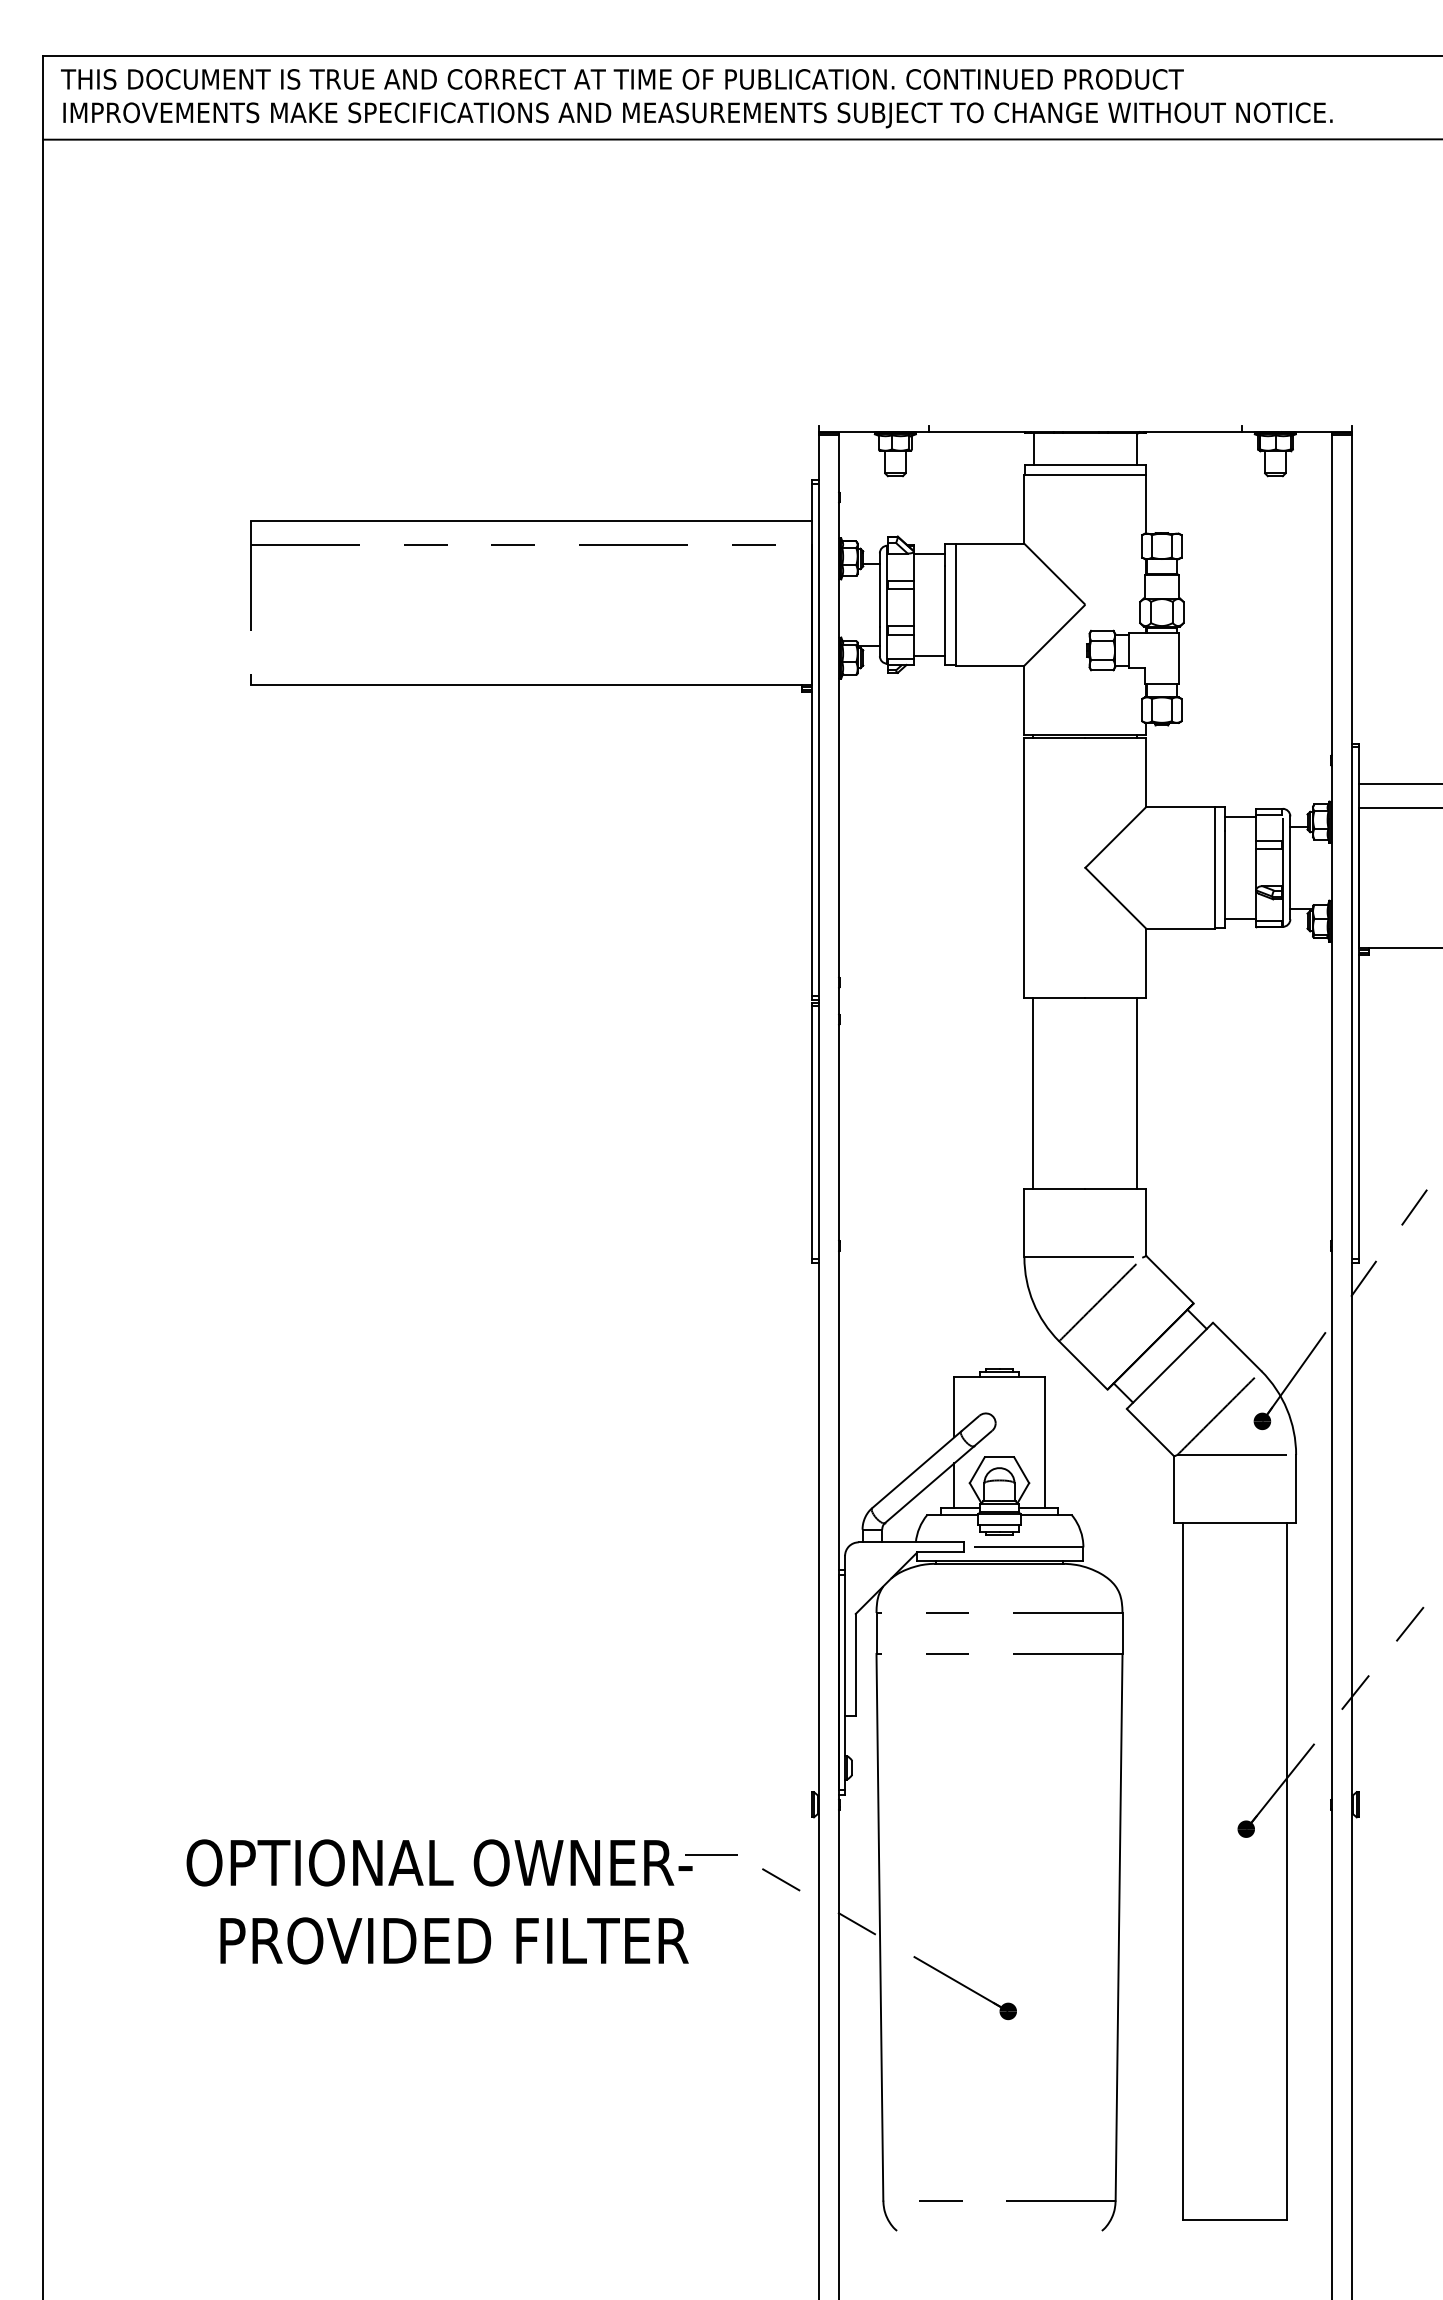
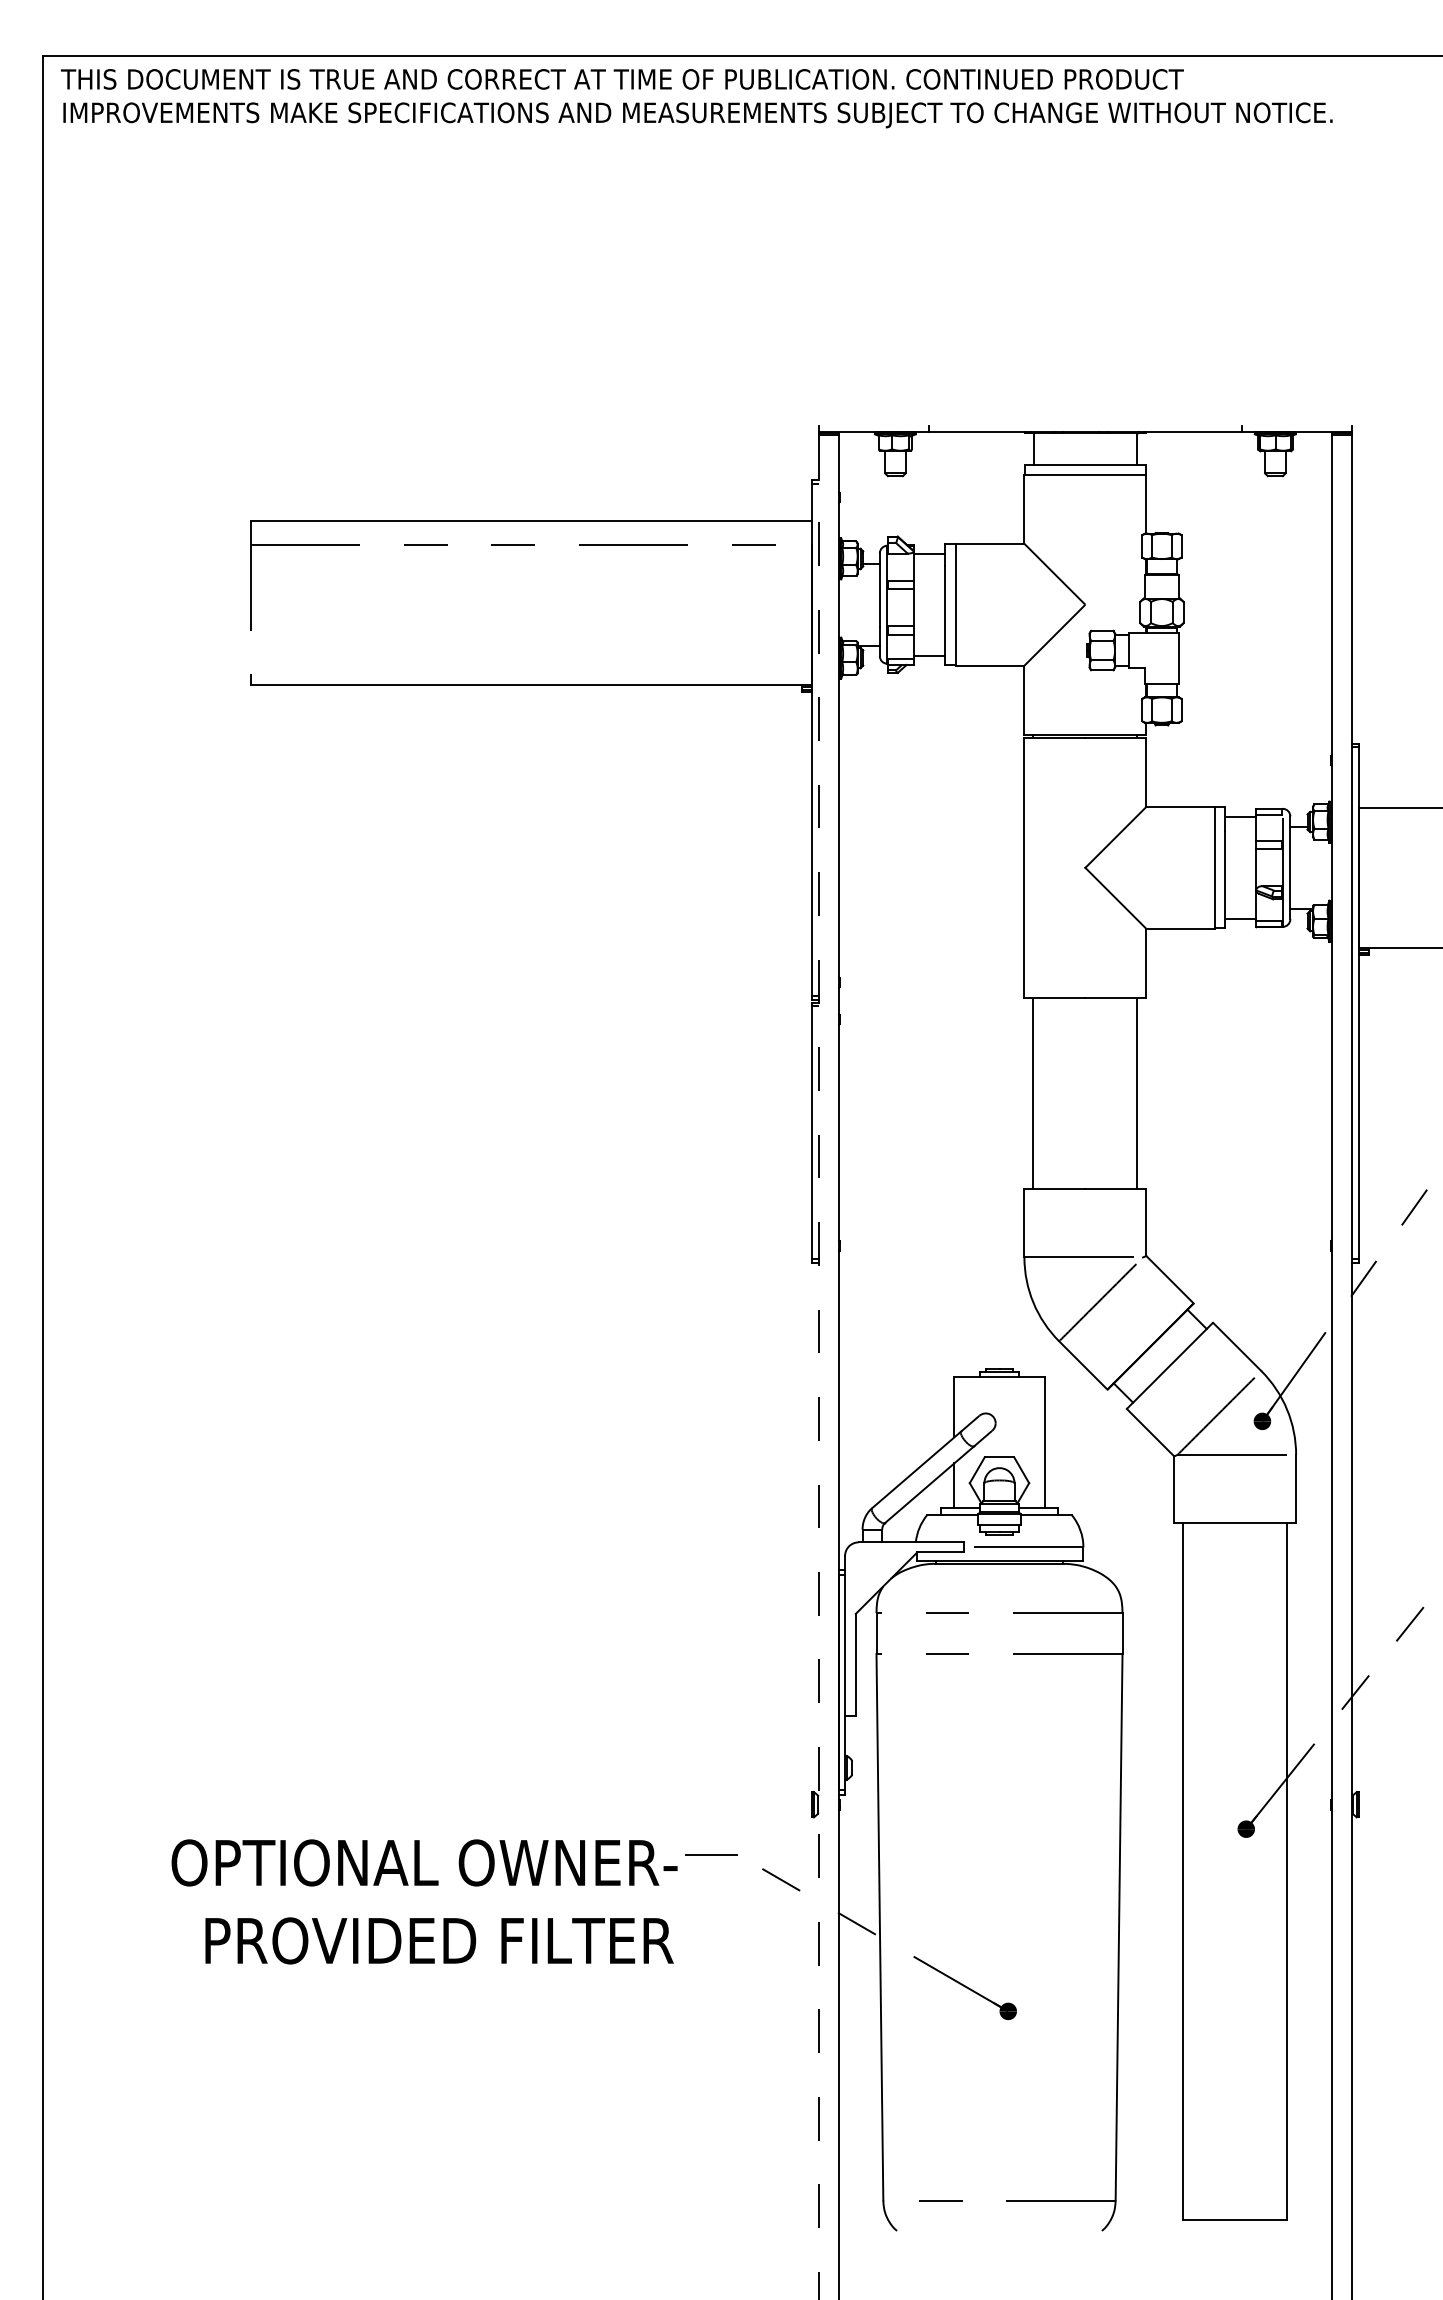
line at (741, 139): present -> none
line at (1398, 784): present -> none
line at (818, 1367): solid -> dashed
text at (439, 1901) position: (439, 1901) -> (424, 1901)
